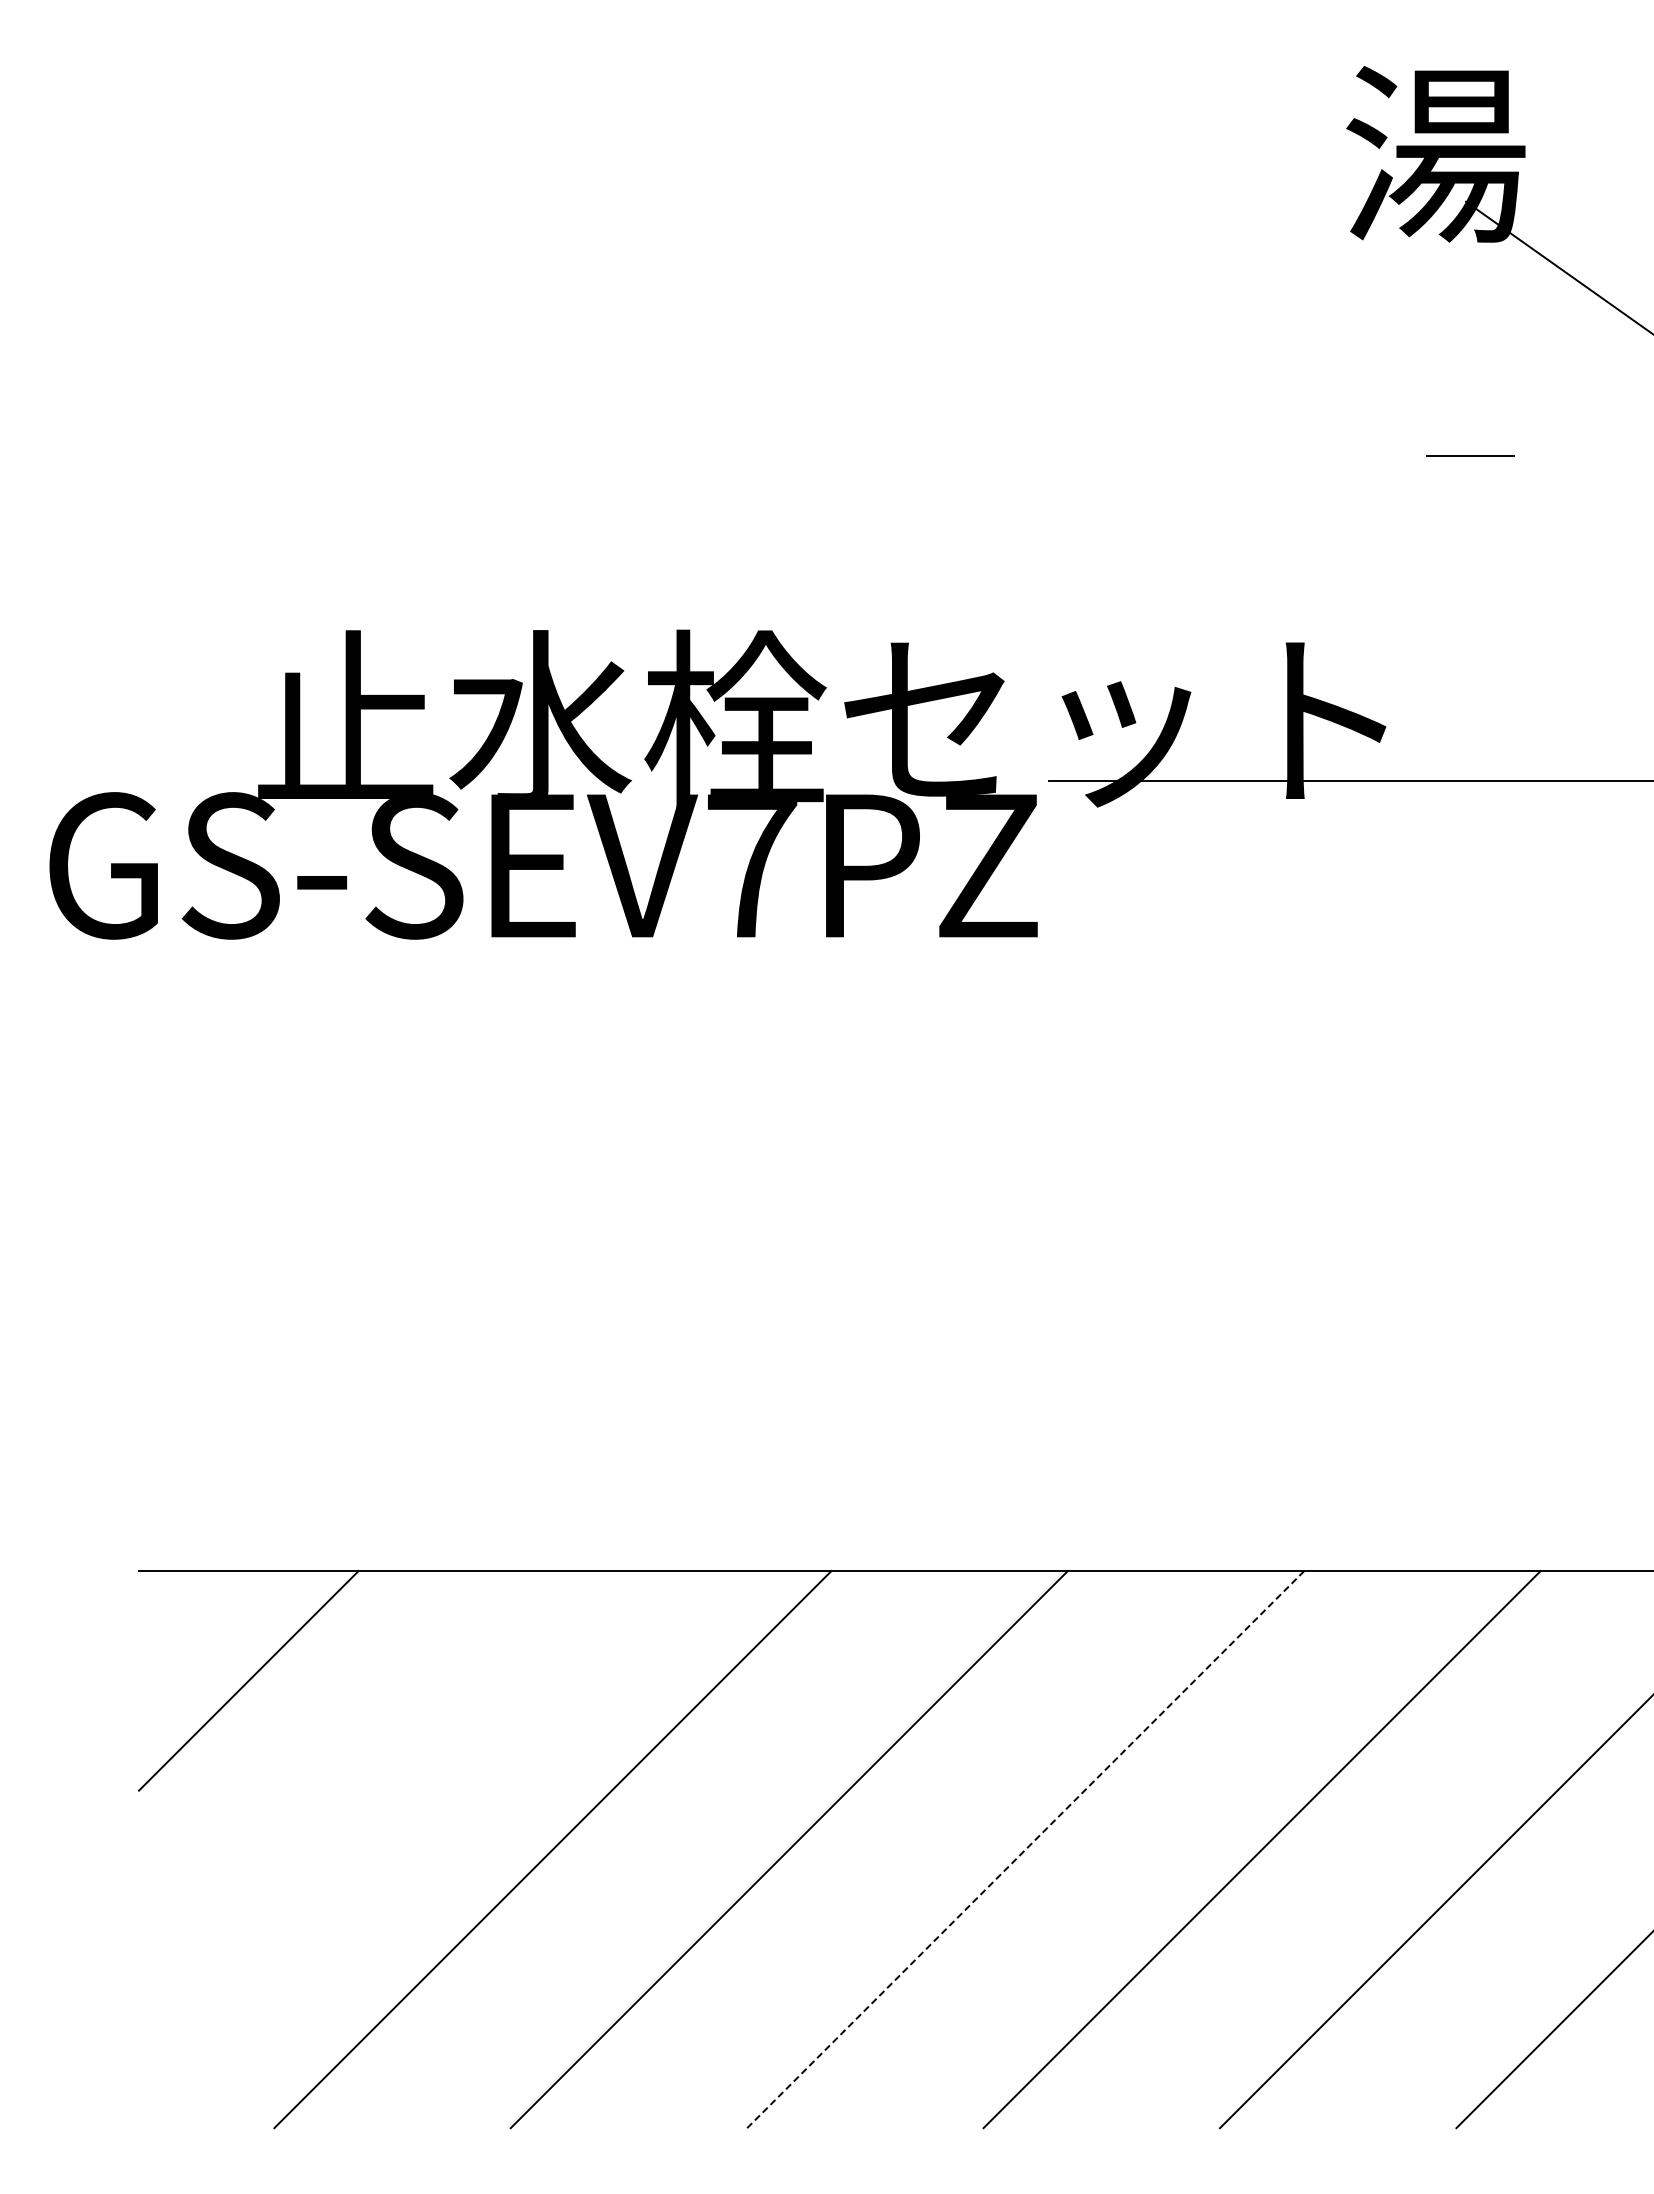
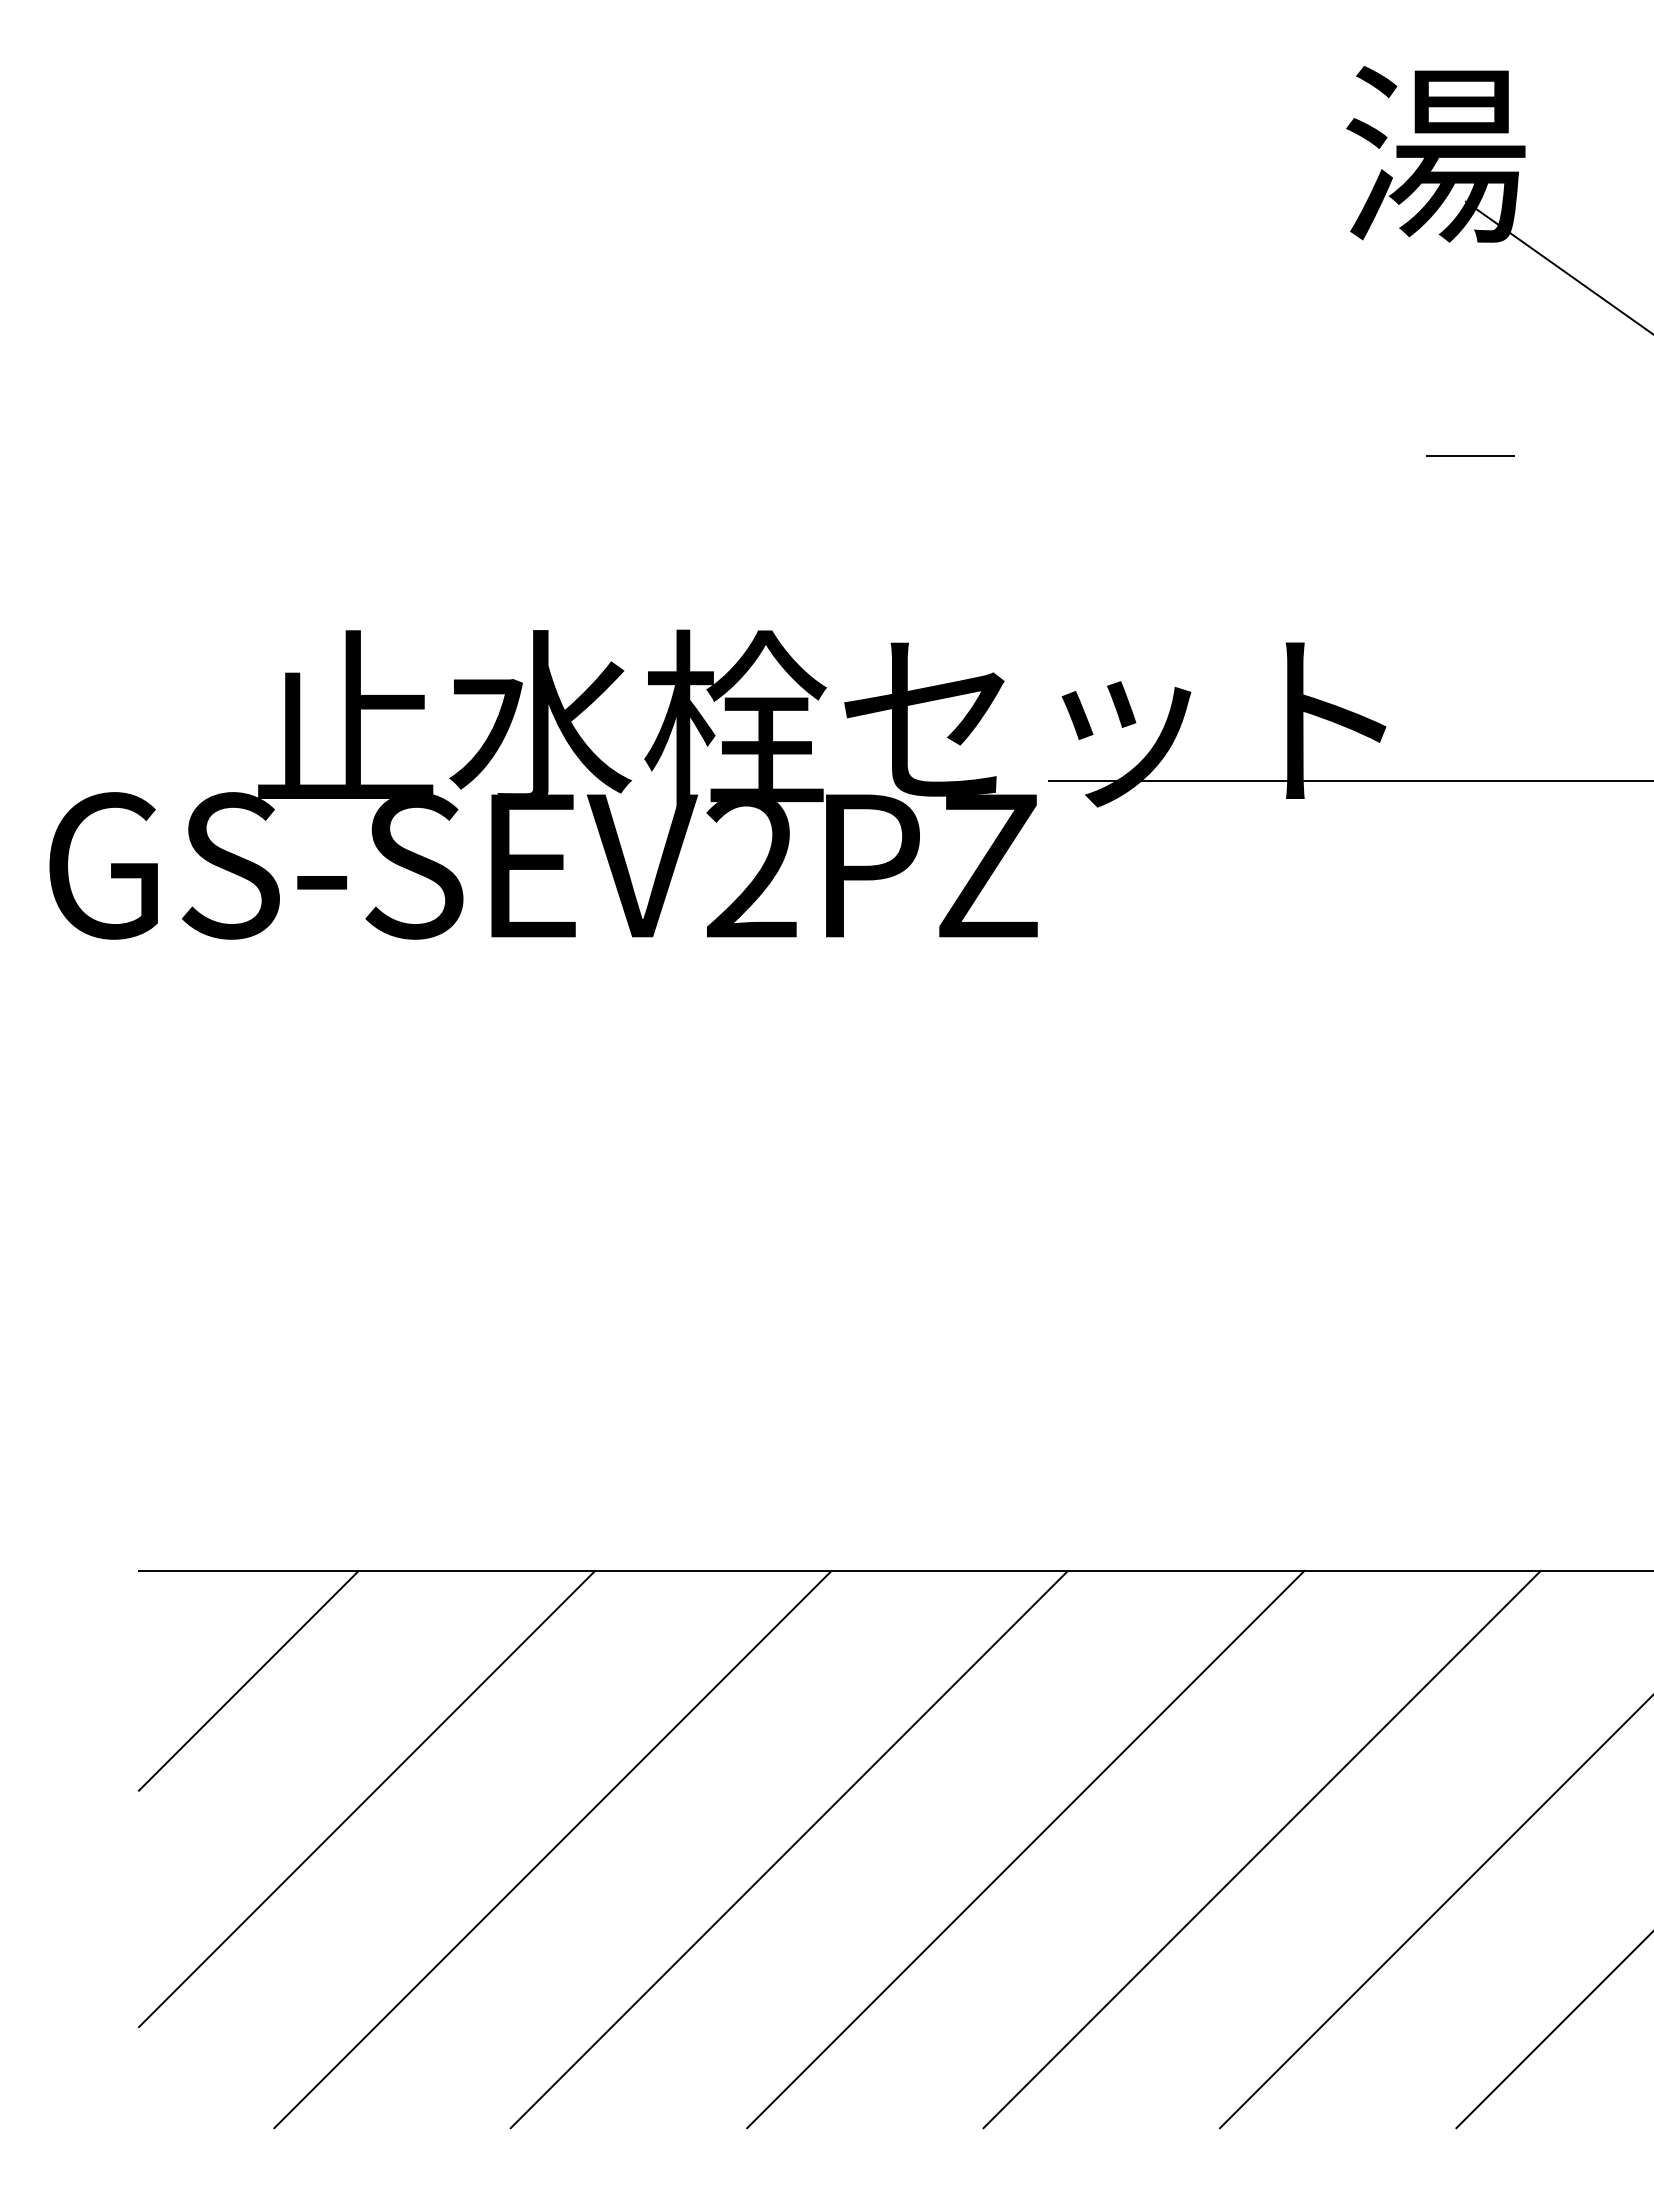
text at (751, 865): GS-SEV7PZ -> GS-SEV2PZ
line at (367, 1798): none -> present
line at (1026, 1849): dashed -> solid
